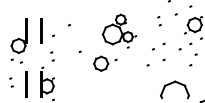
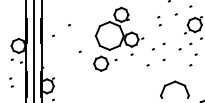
part at (119, 30) size: 37x36 px -> 51x50 px
line at (34, 50): none -> present
line at (26, 51): dashed -> solid
line at (42, 51): dashed -> solid
part at (52, 56): present -> none
